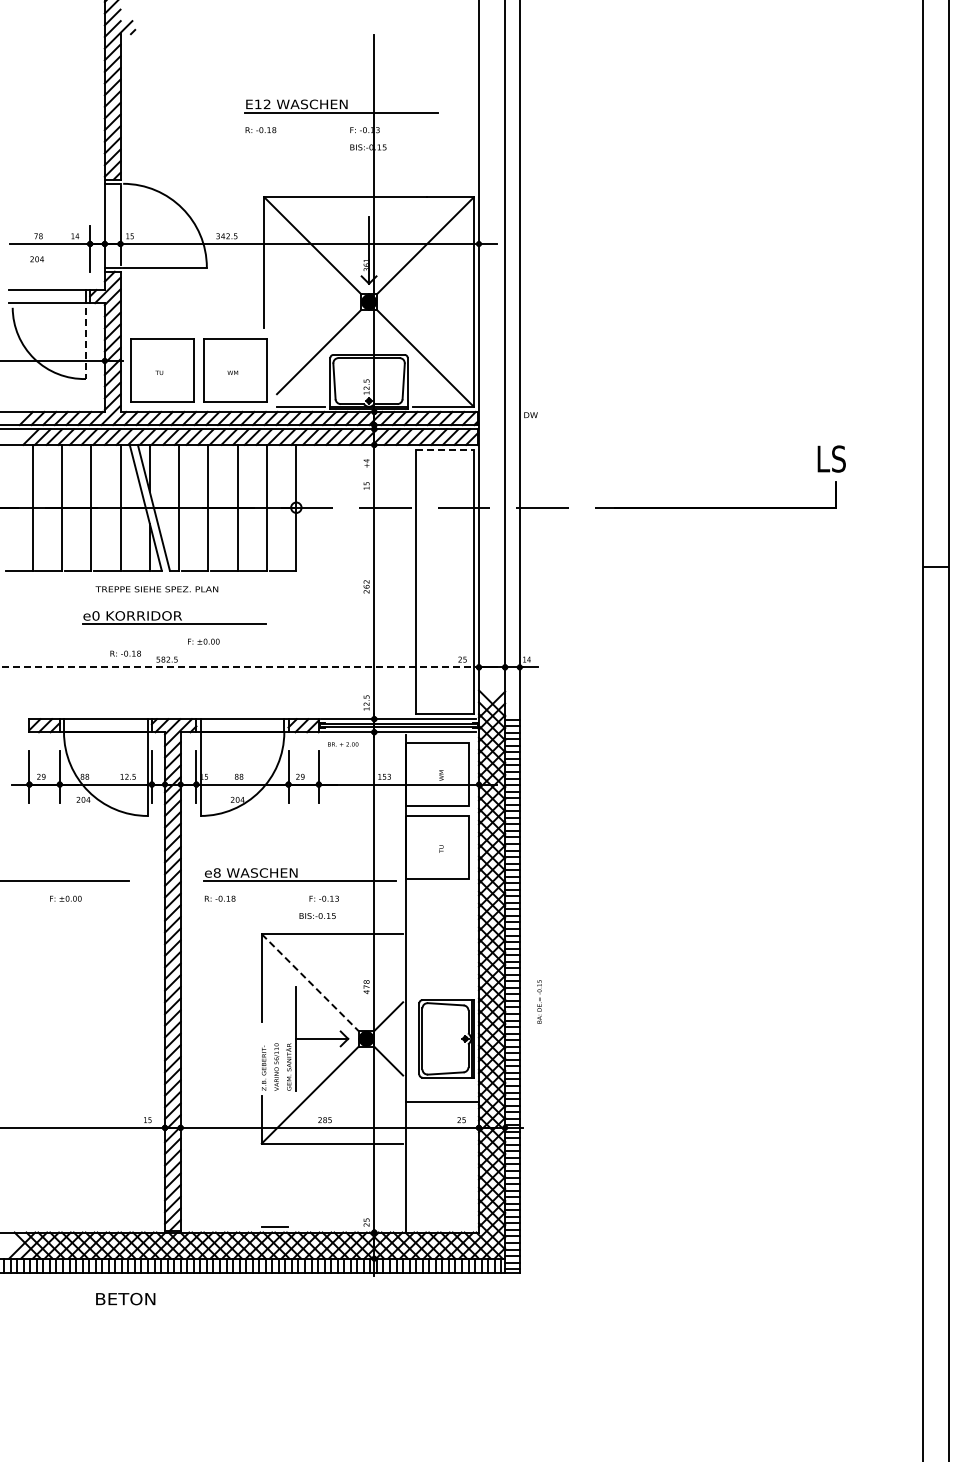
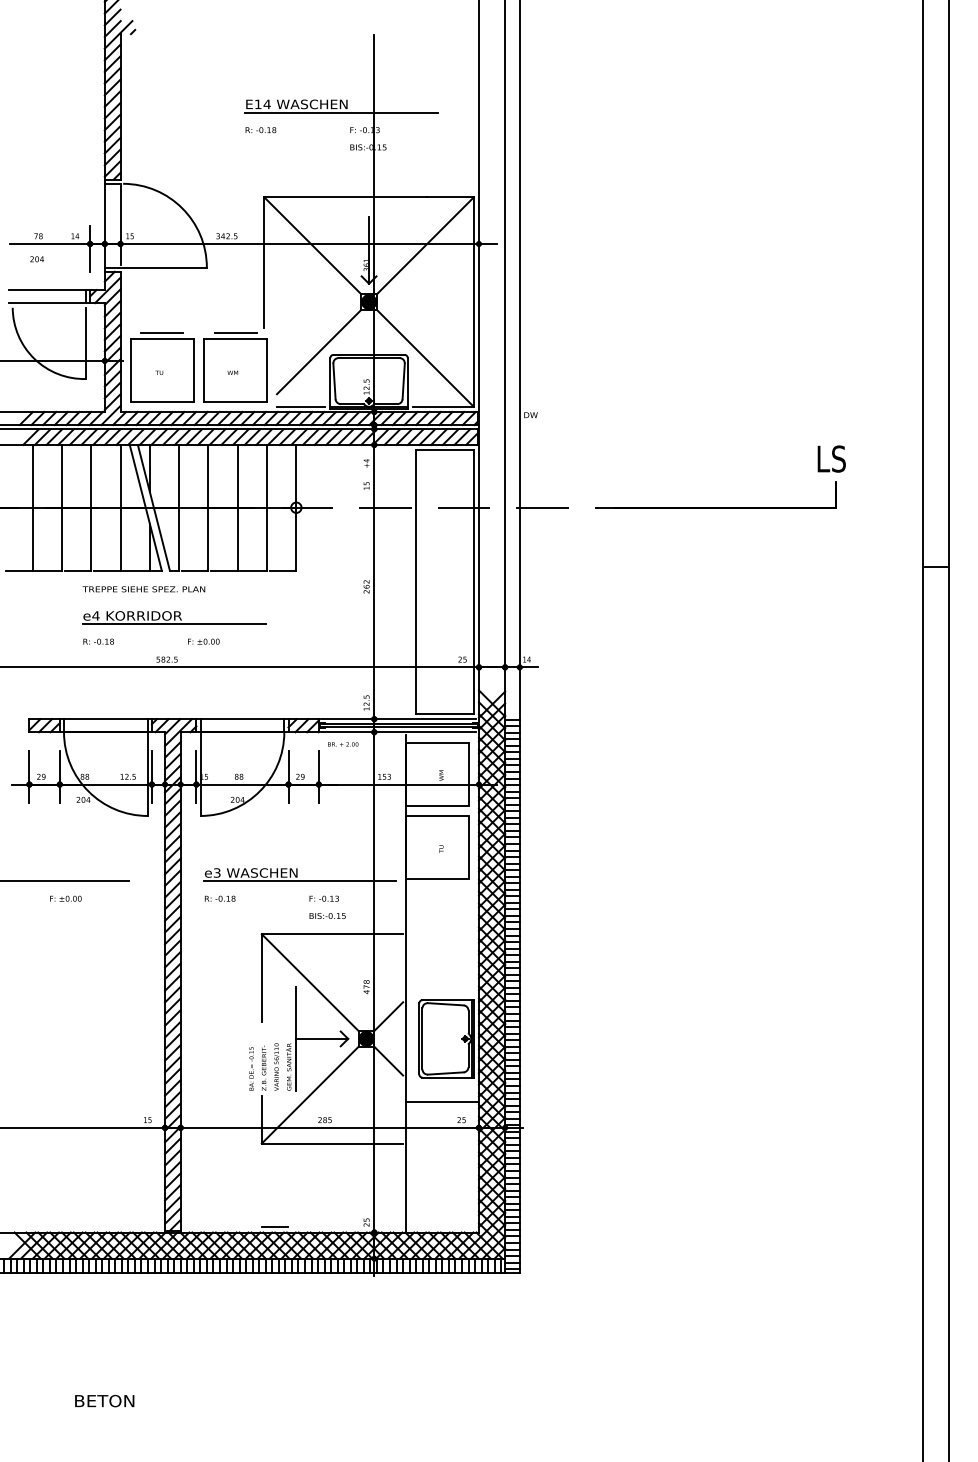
text at (266, 104): E12 -> E14
line at (162, 333): none -> present
line at (235, 333): none -> present
line at (85, 343): dashed -> solid
line at (444, 450): dashed -> solid
text at (156, 589) position: (156, 589) -> (143, 589)
text at (95, 615): e0 -> e4
text at (125, 653) position: (125, 653) -> (98, 641)
line at (239, 667): dashed -> solid
text at (216, 872): e8 -> e3
text at (317, 915) position: (317, 915) -> (327, 915)
line at (310, 982): dashed -> solid
text at (539, 1001) position: (539, 1001) -> (251, 1068)
text at (125, 1298) position: (125, 1298) -> (104, 1400)
